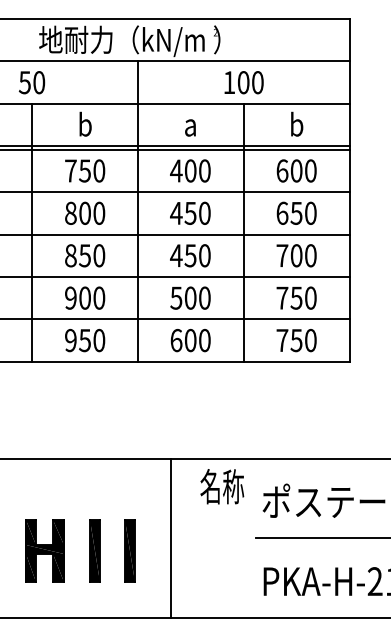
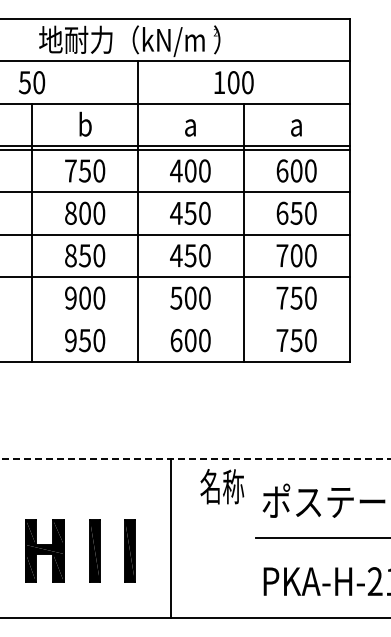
text at (243, 82) position: (243, 82) -> (233, 82)
text at (297, 123): b -> a
line at (175, 319): present -> none
line at (195, 458): solid -> dashed
